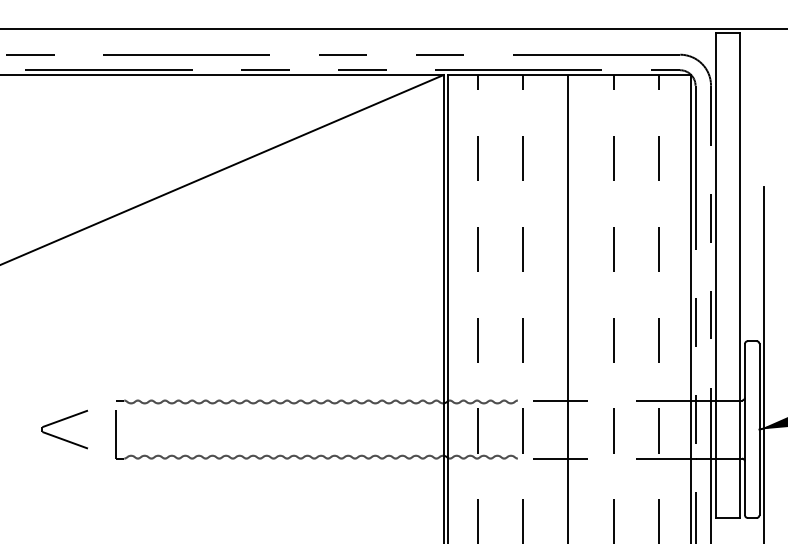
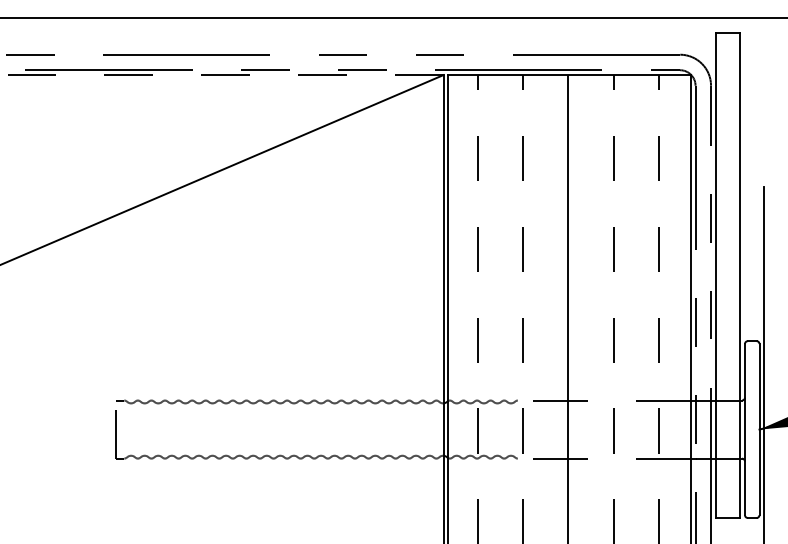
line at (393, 28) position: (393, 28) -> (393, 17)
line at (222, 75): solid -> dashed
part at (61, 421): present -> none
